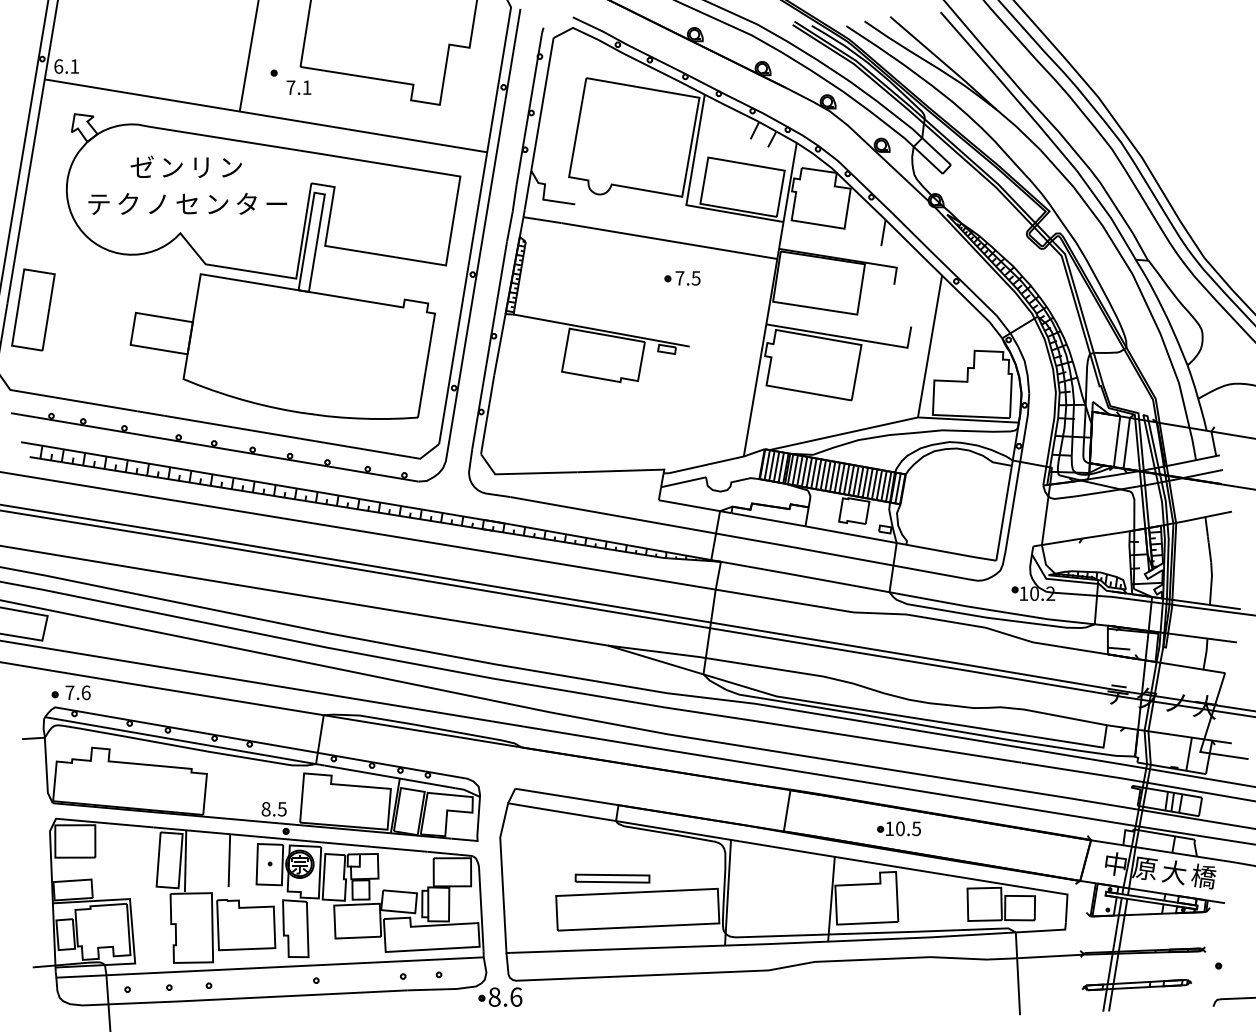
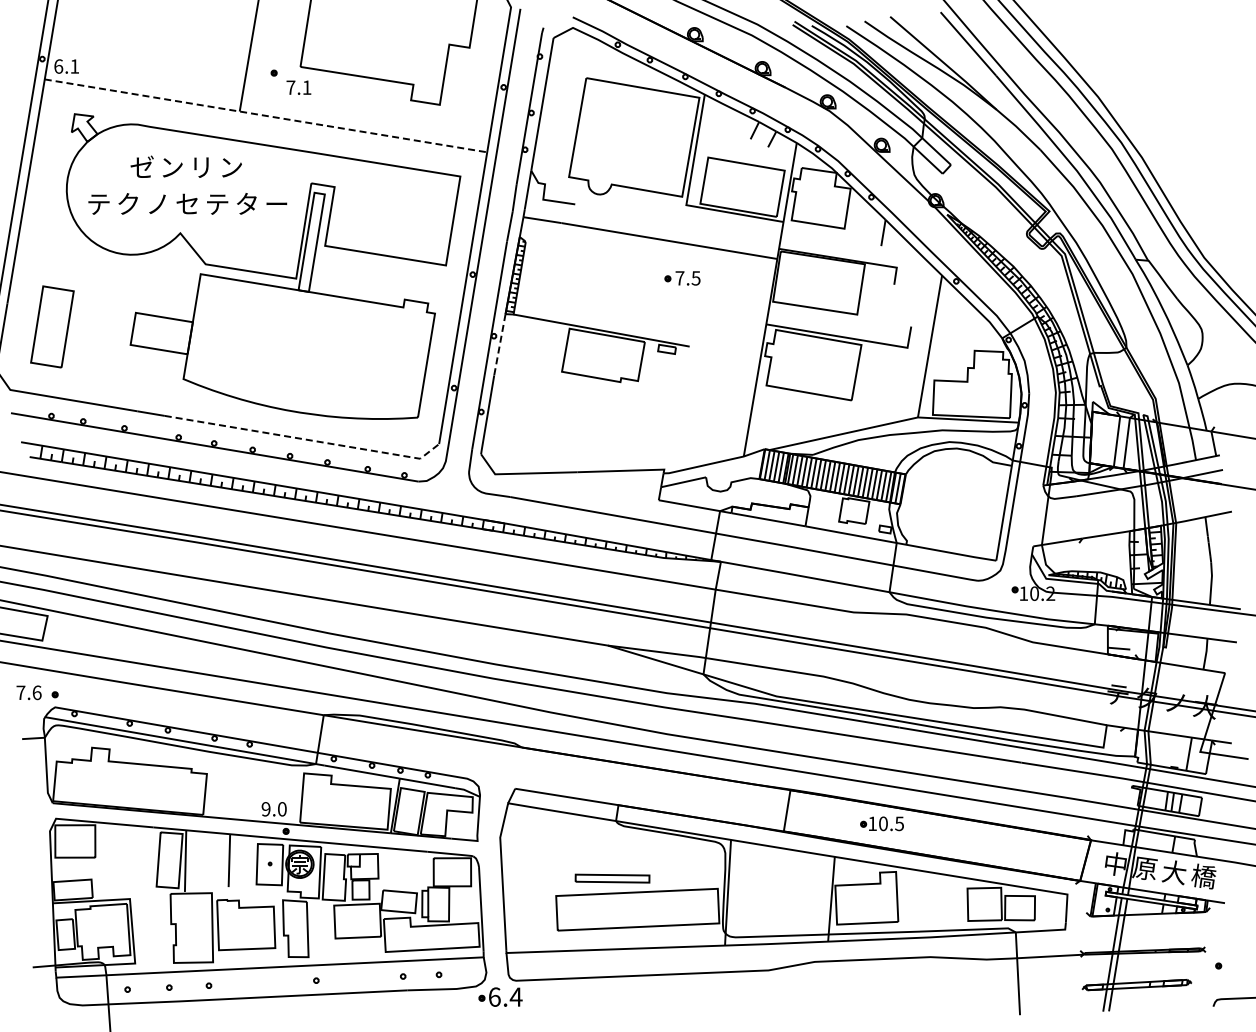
line at (265, 115): solid -> dashed
text at (217, 204): ン -> テ
part at (33, 309) position: (33, 309) -> (52, 326)
line at (499, 345): solid -> dashed
line at (304, 439): solid -> dashed
text at (77, 692) position: (77, 692) -> (28, 692)
text at (273, 809): 8.5 -> 9.0
part at (898, 828) position: (898, 828) -> (881, 823)
text at (505, 996): 8.6 -> 6.4
